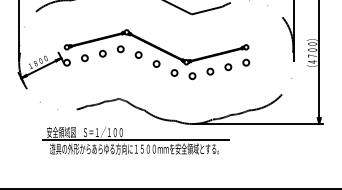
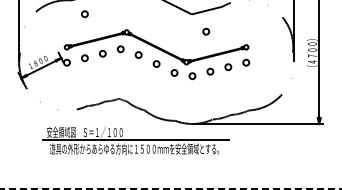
circle at (84, 14): none -> present
circle at (206, 31): none -> present
line at (171, 188): solid -> dashed
